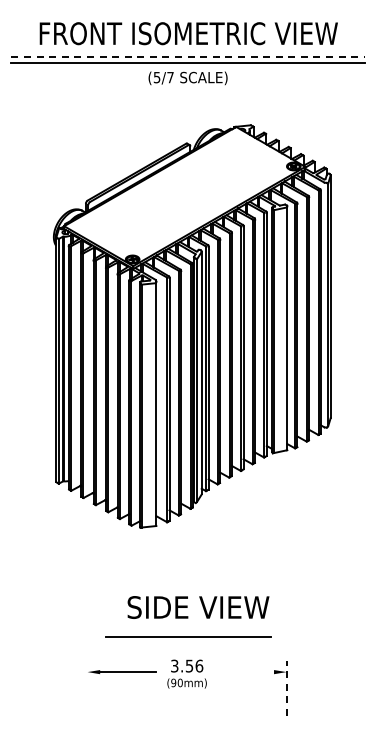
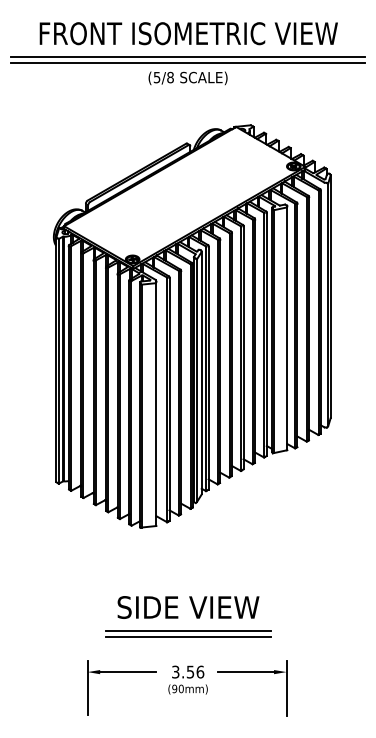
line at (188, 56): dashed -> solid
text at (170, 77): (5/7 -> (5/8
text at (198, 607) position: (198, 607) -> (188, 607)
line at (188, 630): none -> present
line at (246, 672): none -> present
text at (186, 673) position: (186, 673) -> (187, 679)
line at (87, 687): none -> present
line at (286, 687): dashed -> solid
